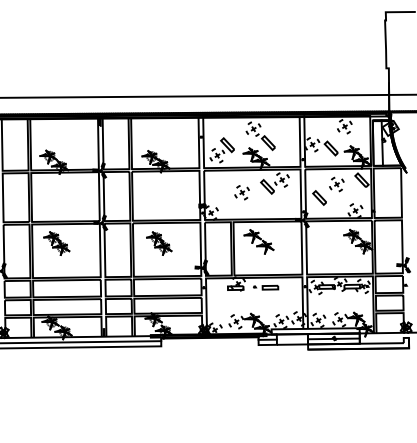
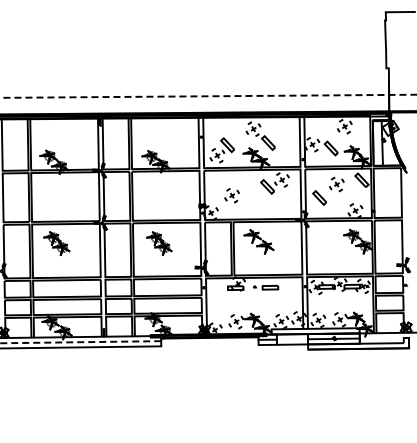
line at (208, 96): solid -> dashed
part at (241, 192) position: (241, 192) -> (231, 195)
line at (80, 342): solid -> dashed
